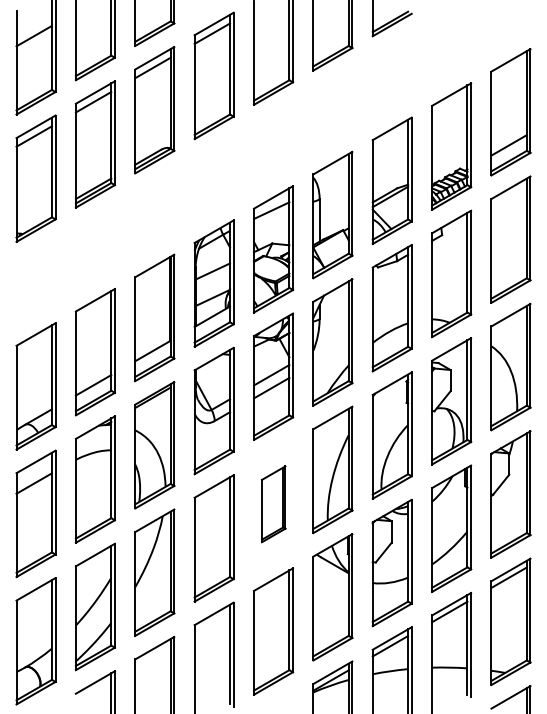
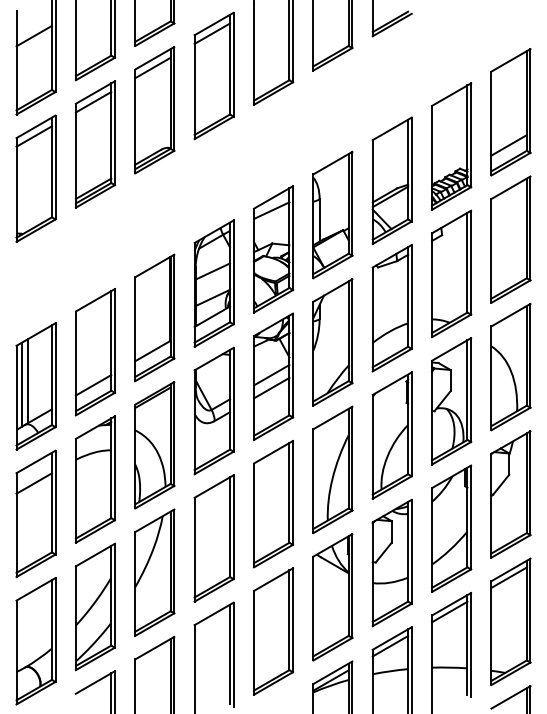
line at (27, 381): none -> present
line at (21, 384): none -> present
part at (273, 504) size: 26x79 px -> 42x129 px
